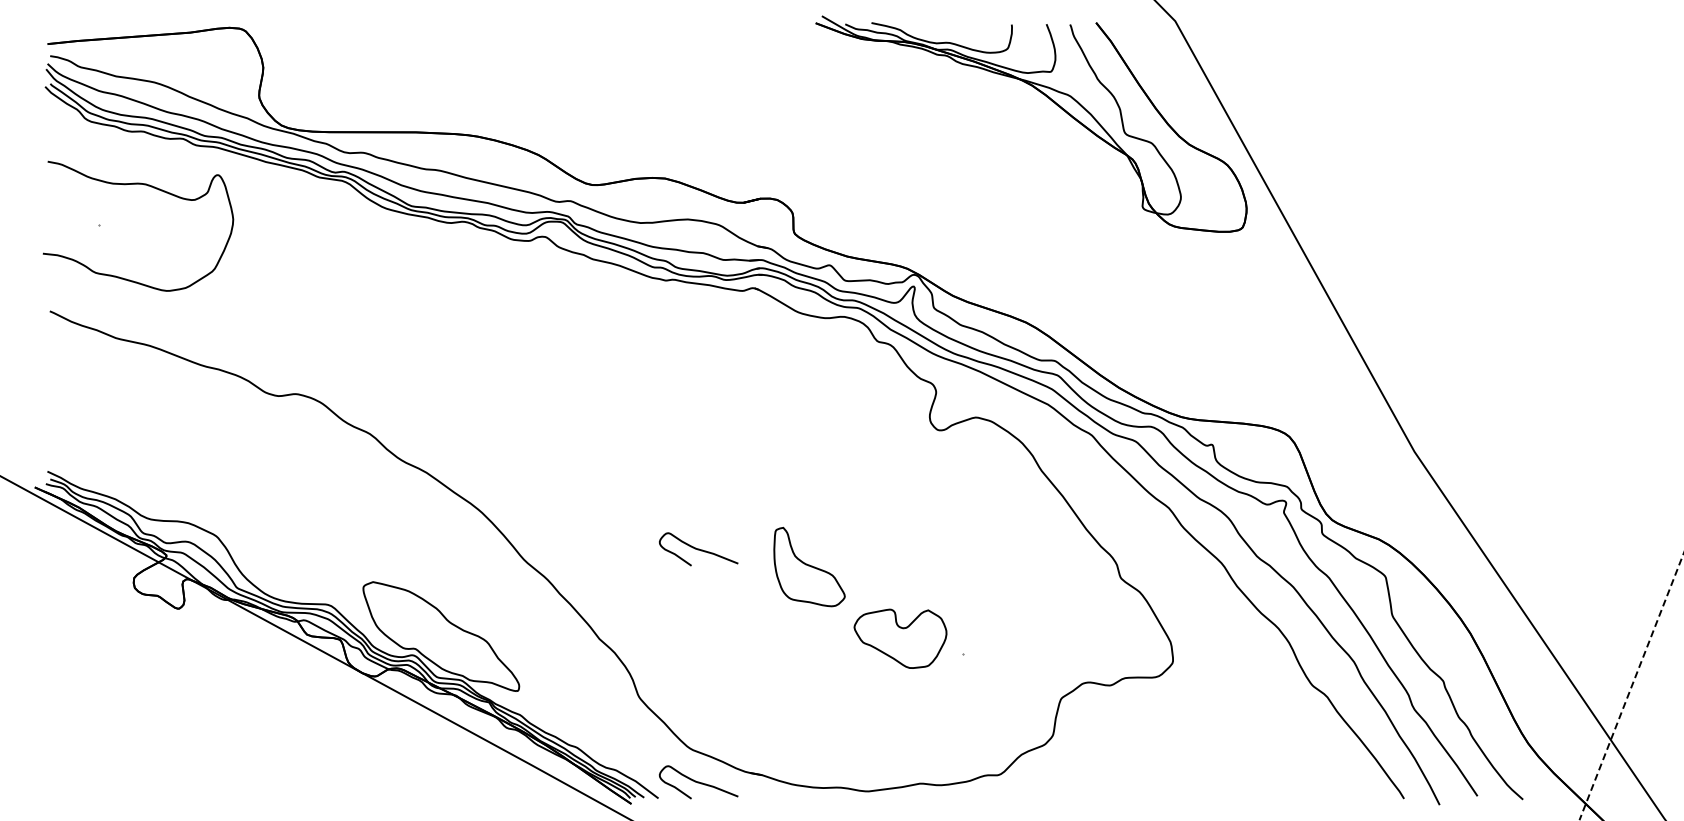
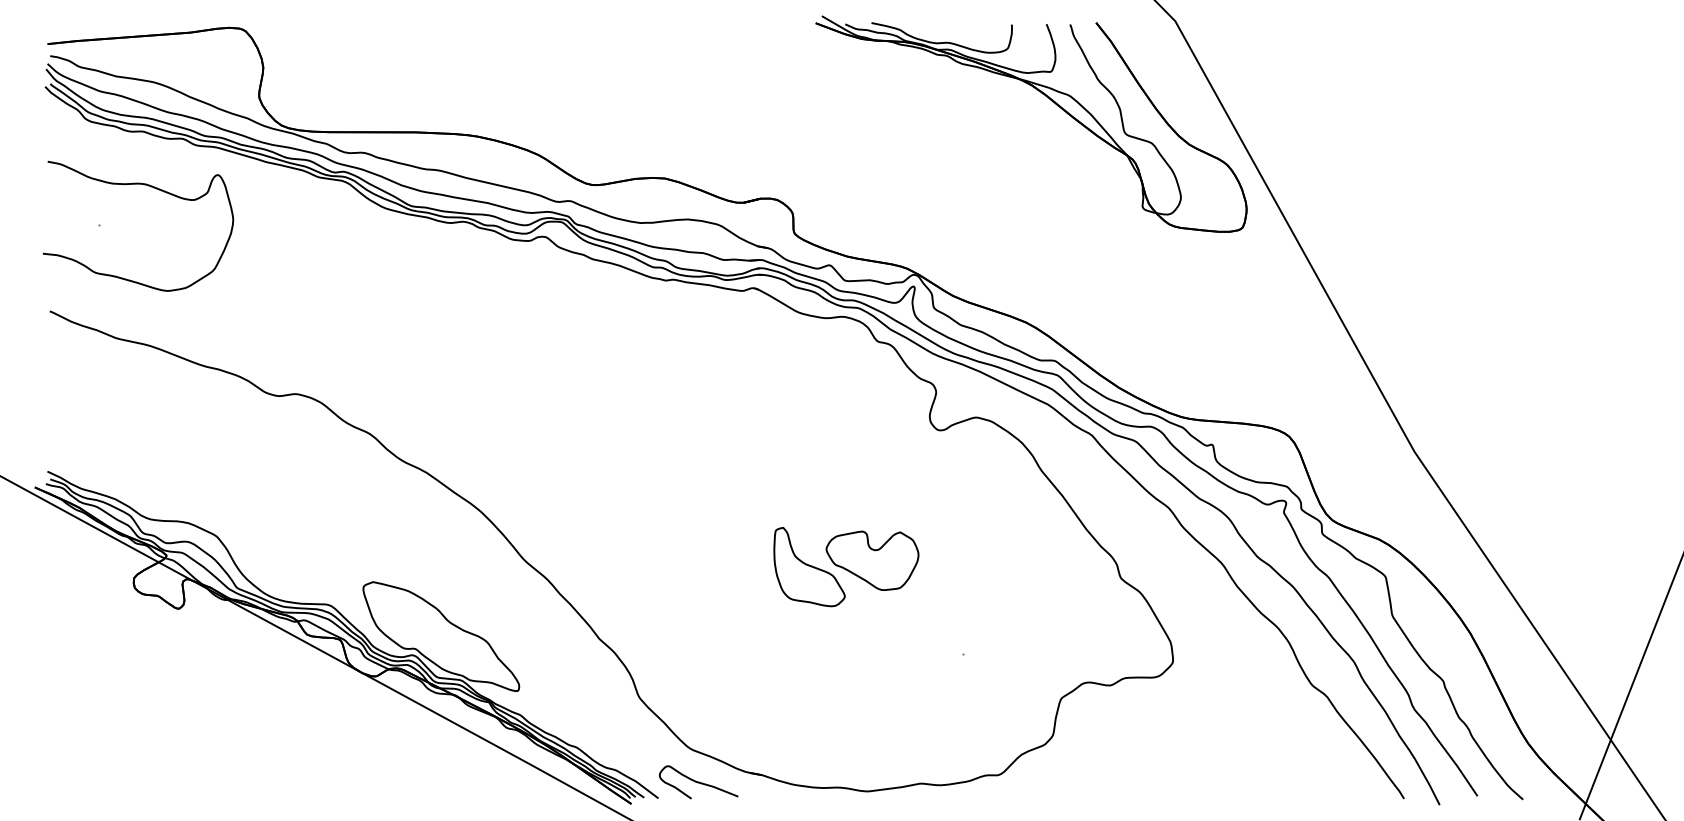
curve at (698, 549): present -> none
part at (900, 638) position: (900, 638) -> (872, 560)
line at (1631, 687): dashed -> solid
